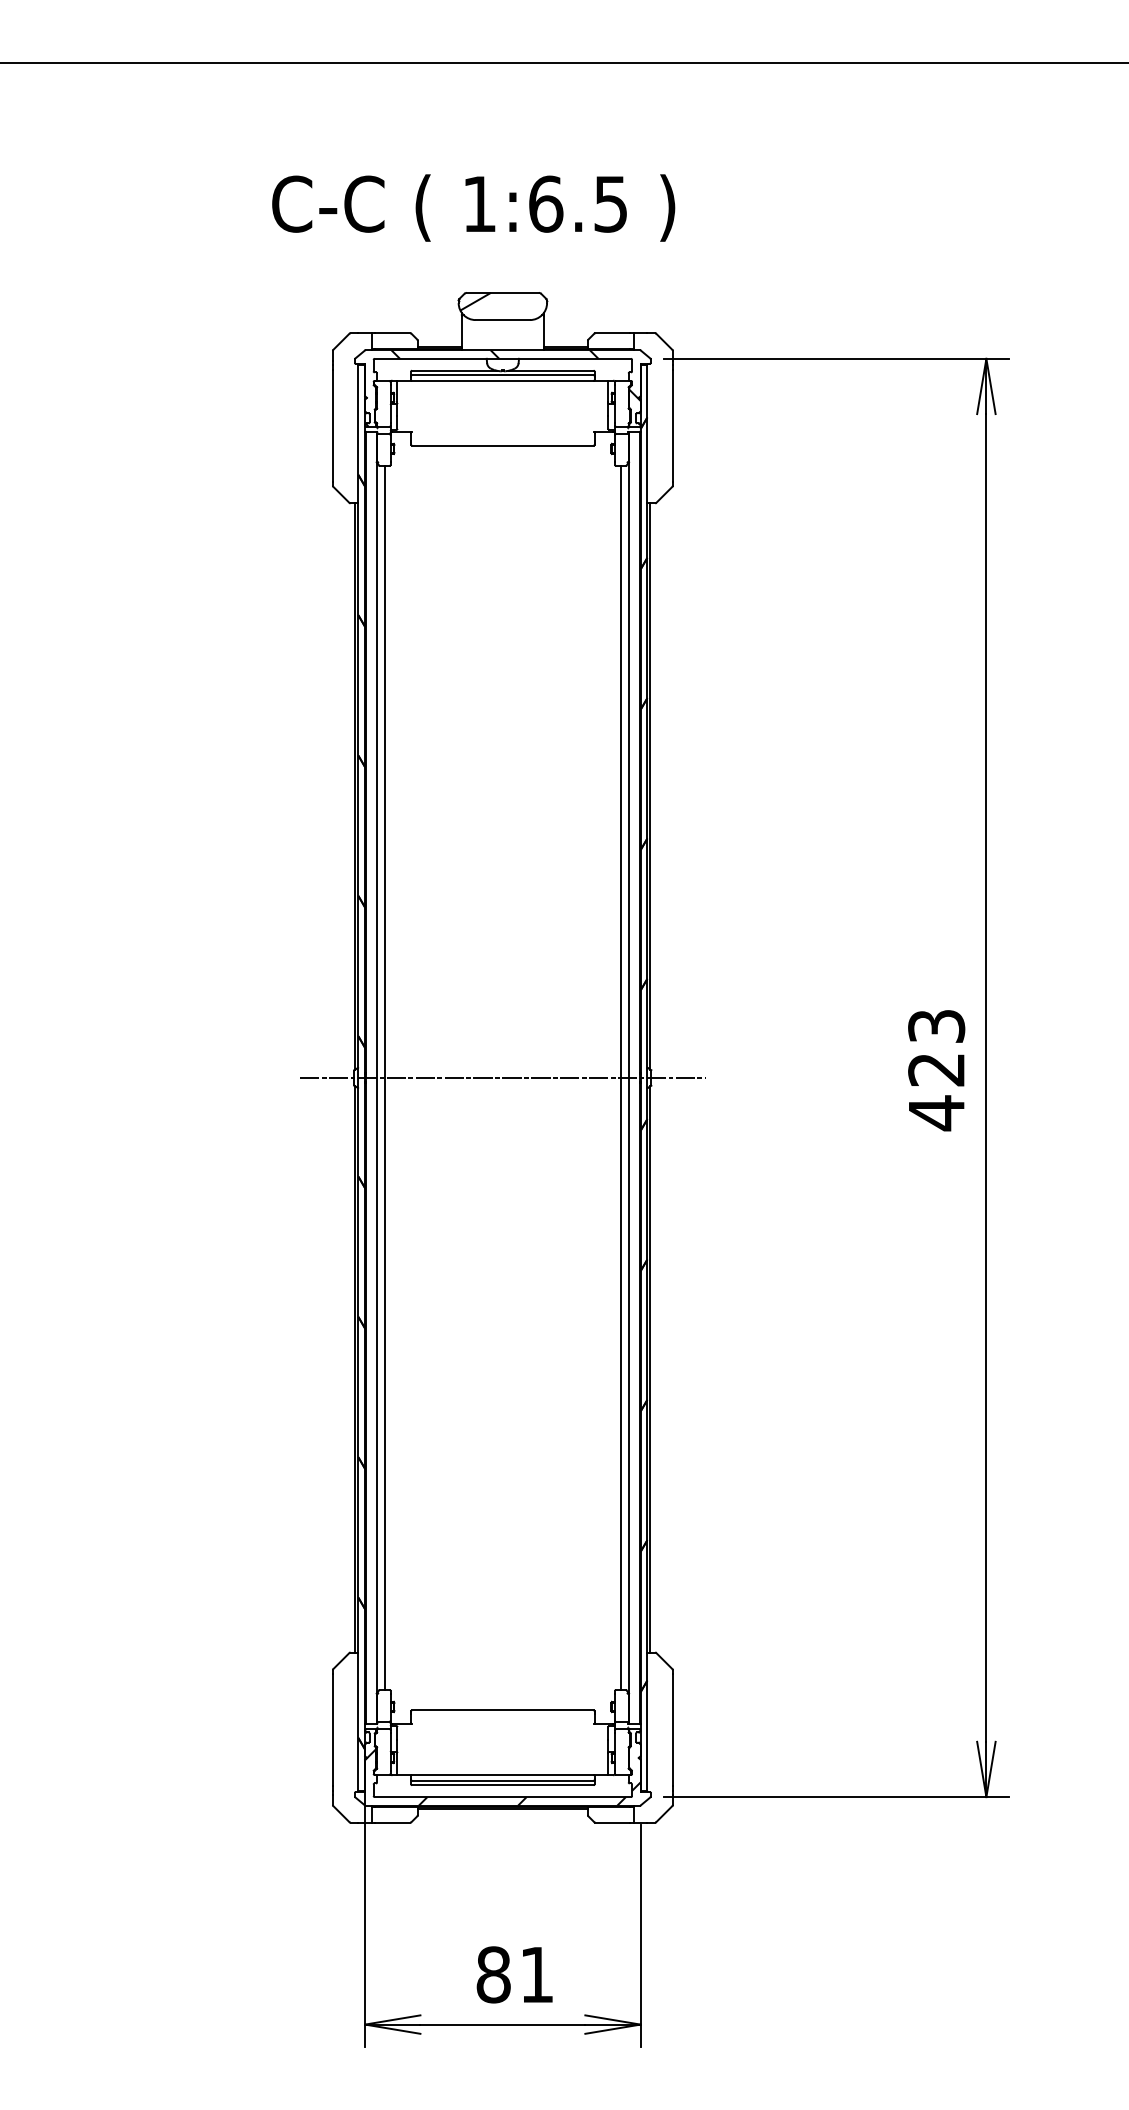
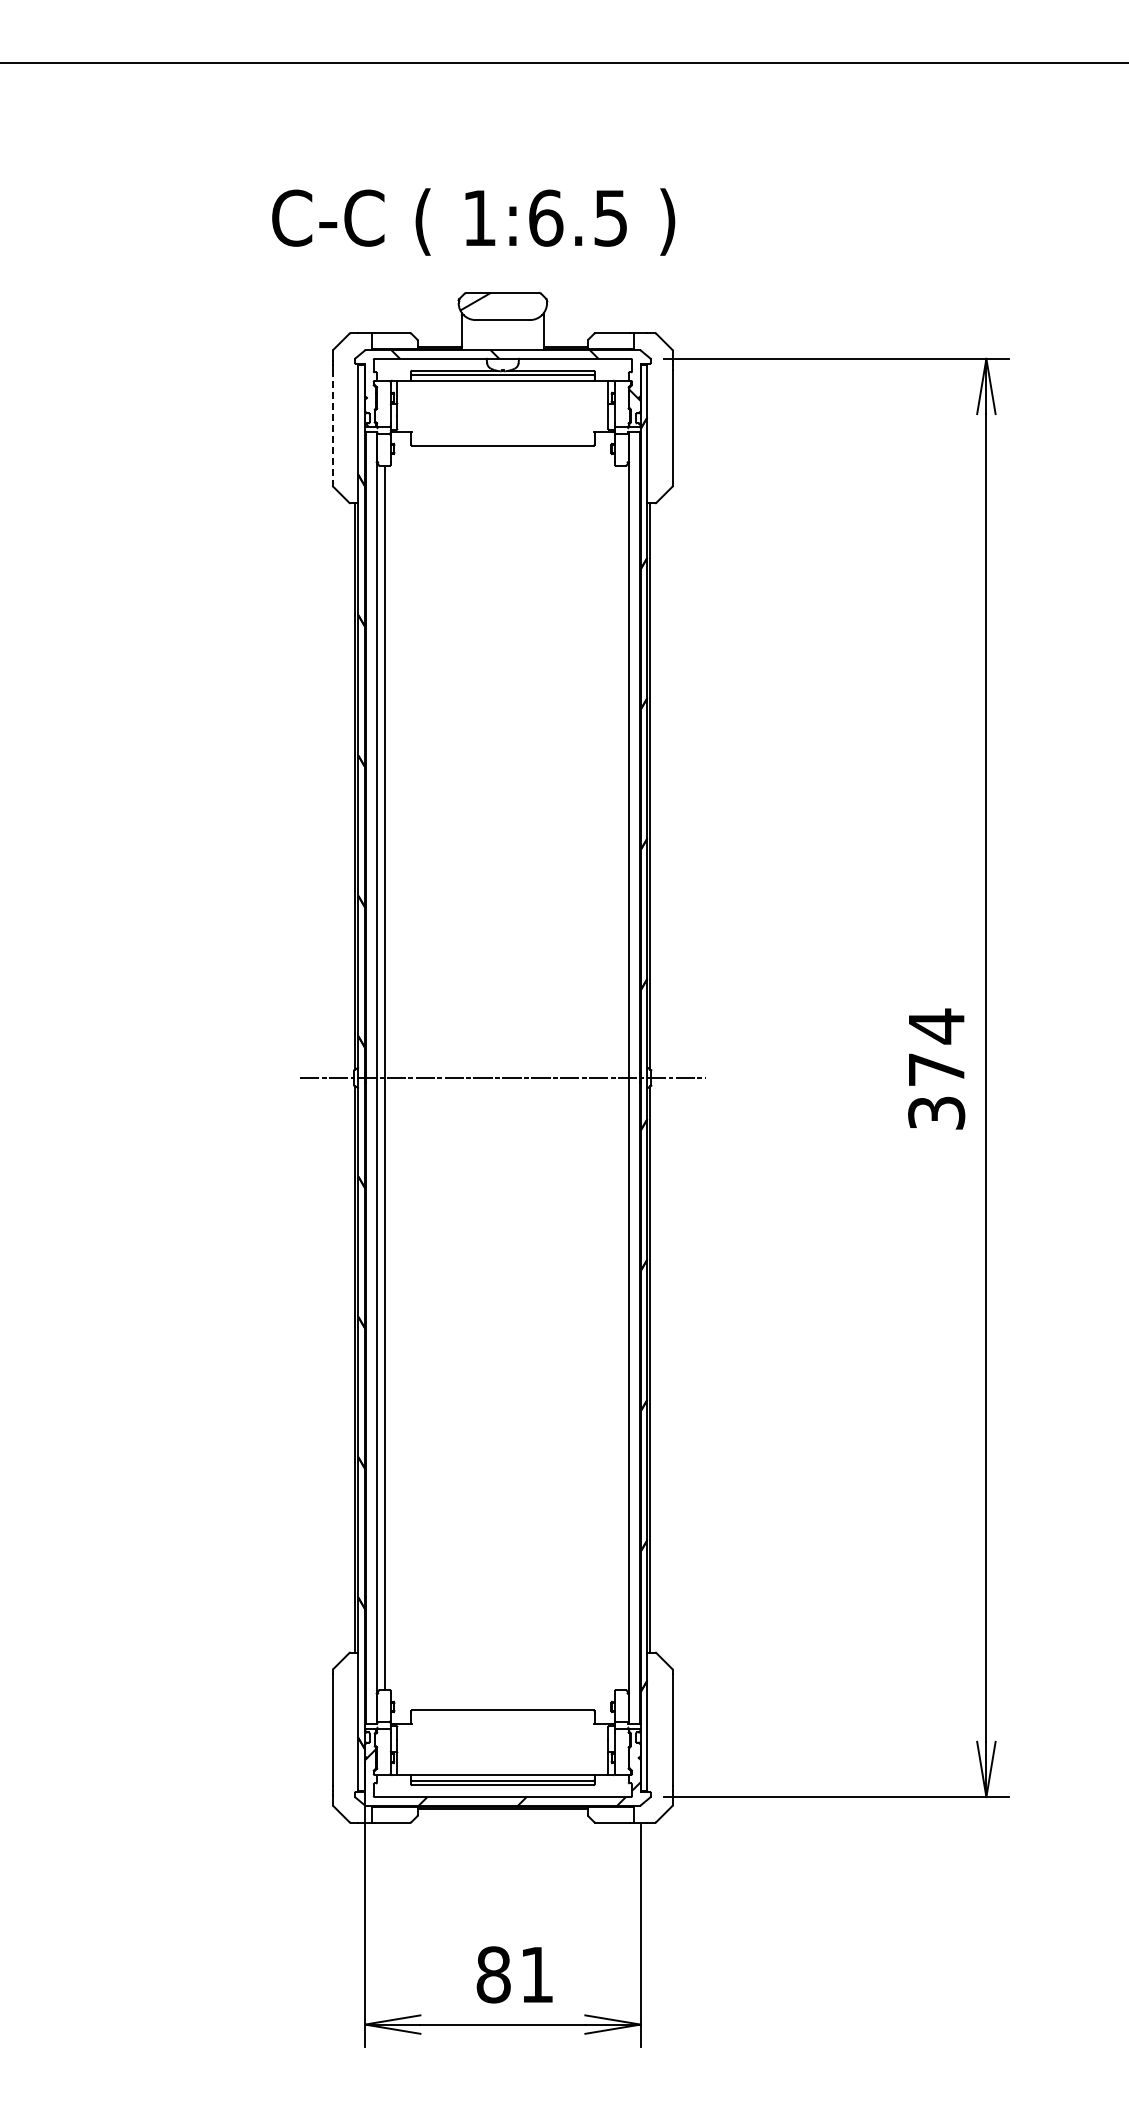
text at (473, 207) position: (473, 207) -> (473, 221)
line at (332, 426): solid -> dashed
text at (936, 1069): 423 -> 374
line at (620, 1077): present -> none
